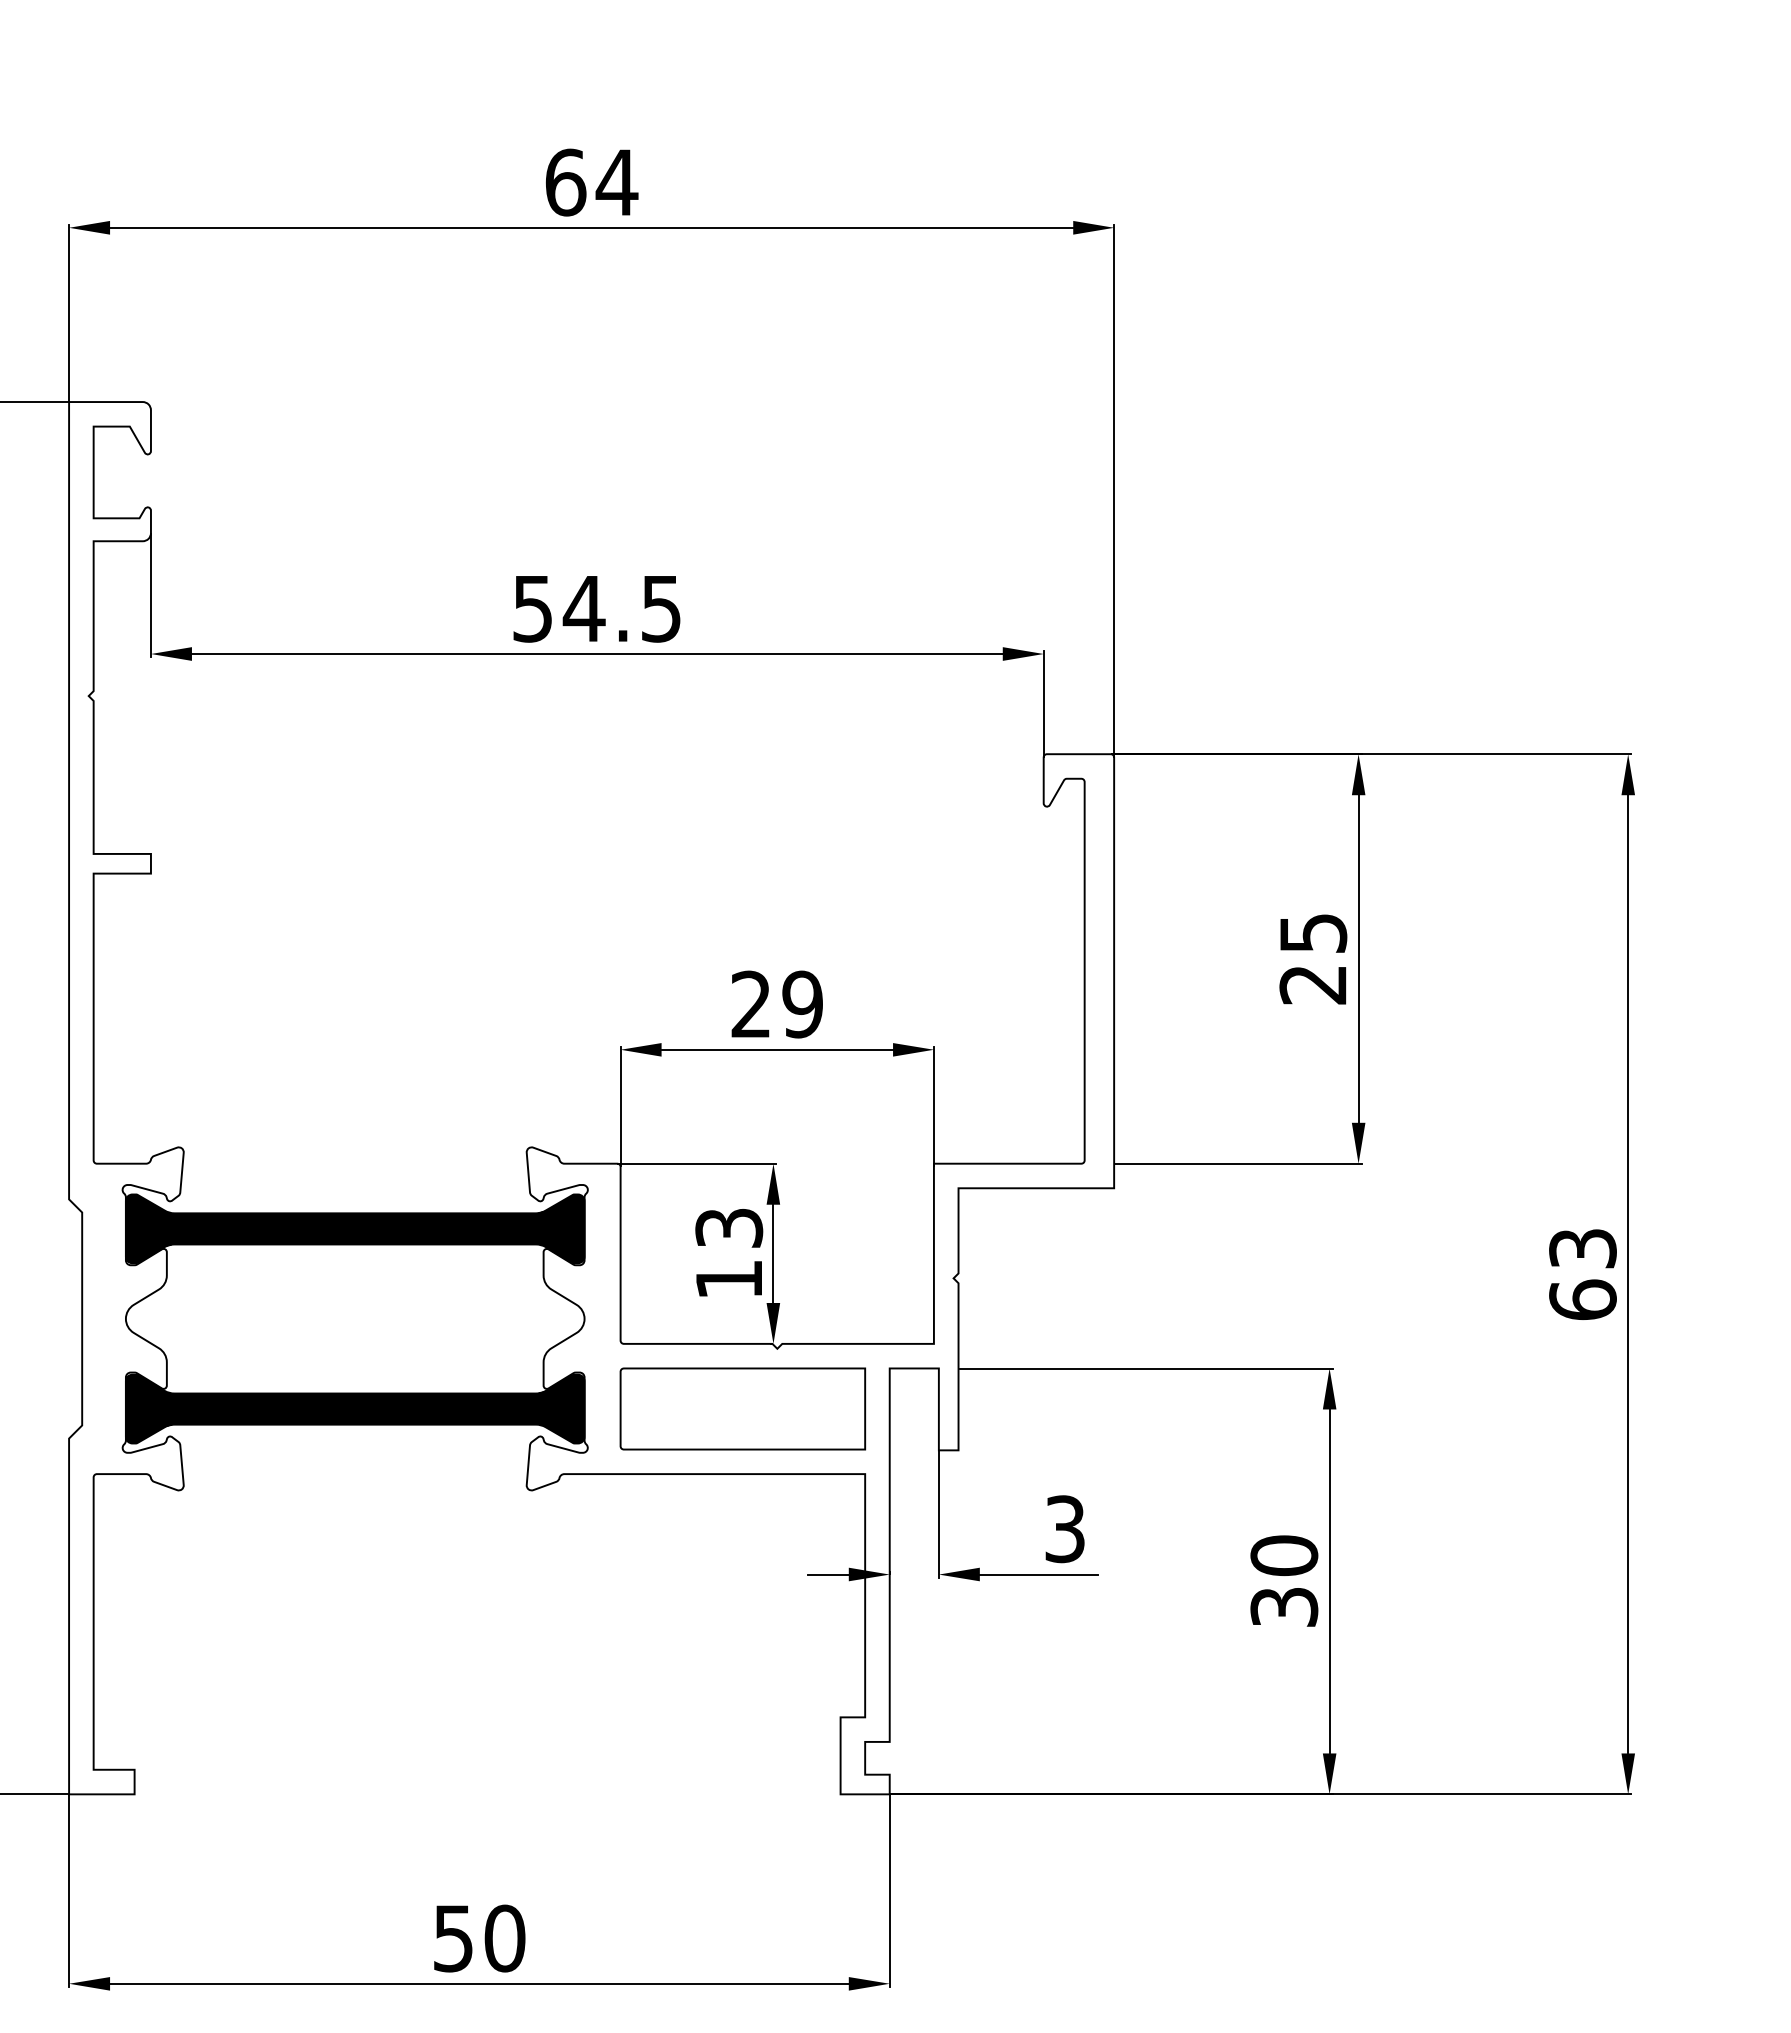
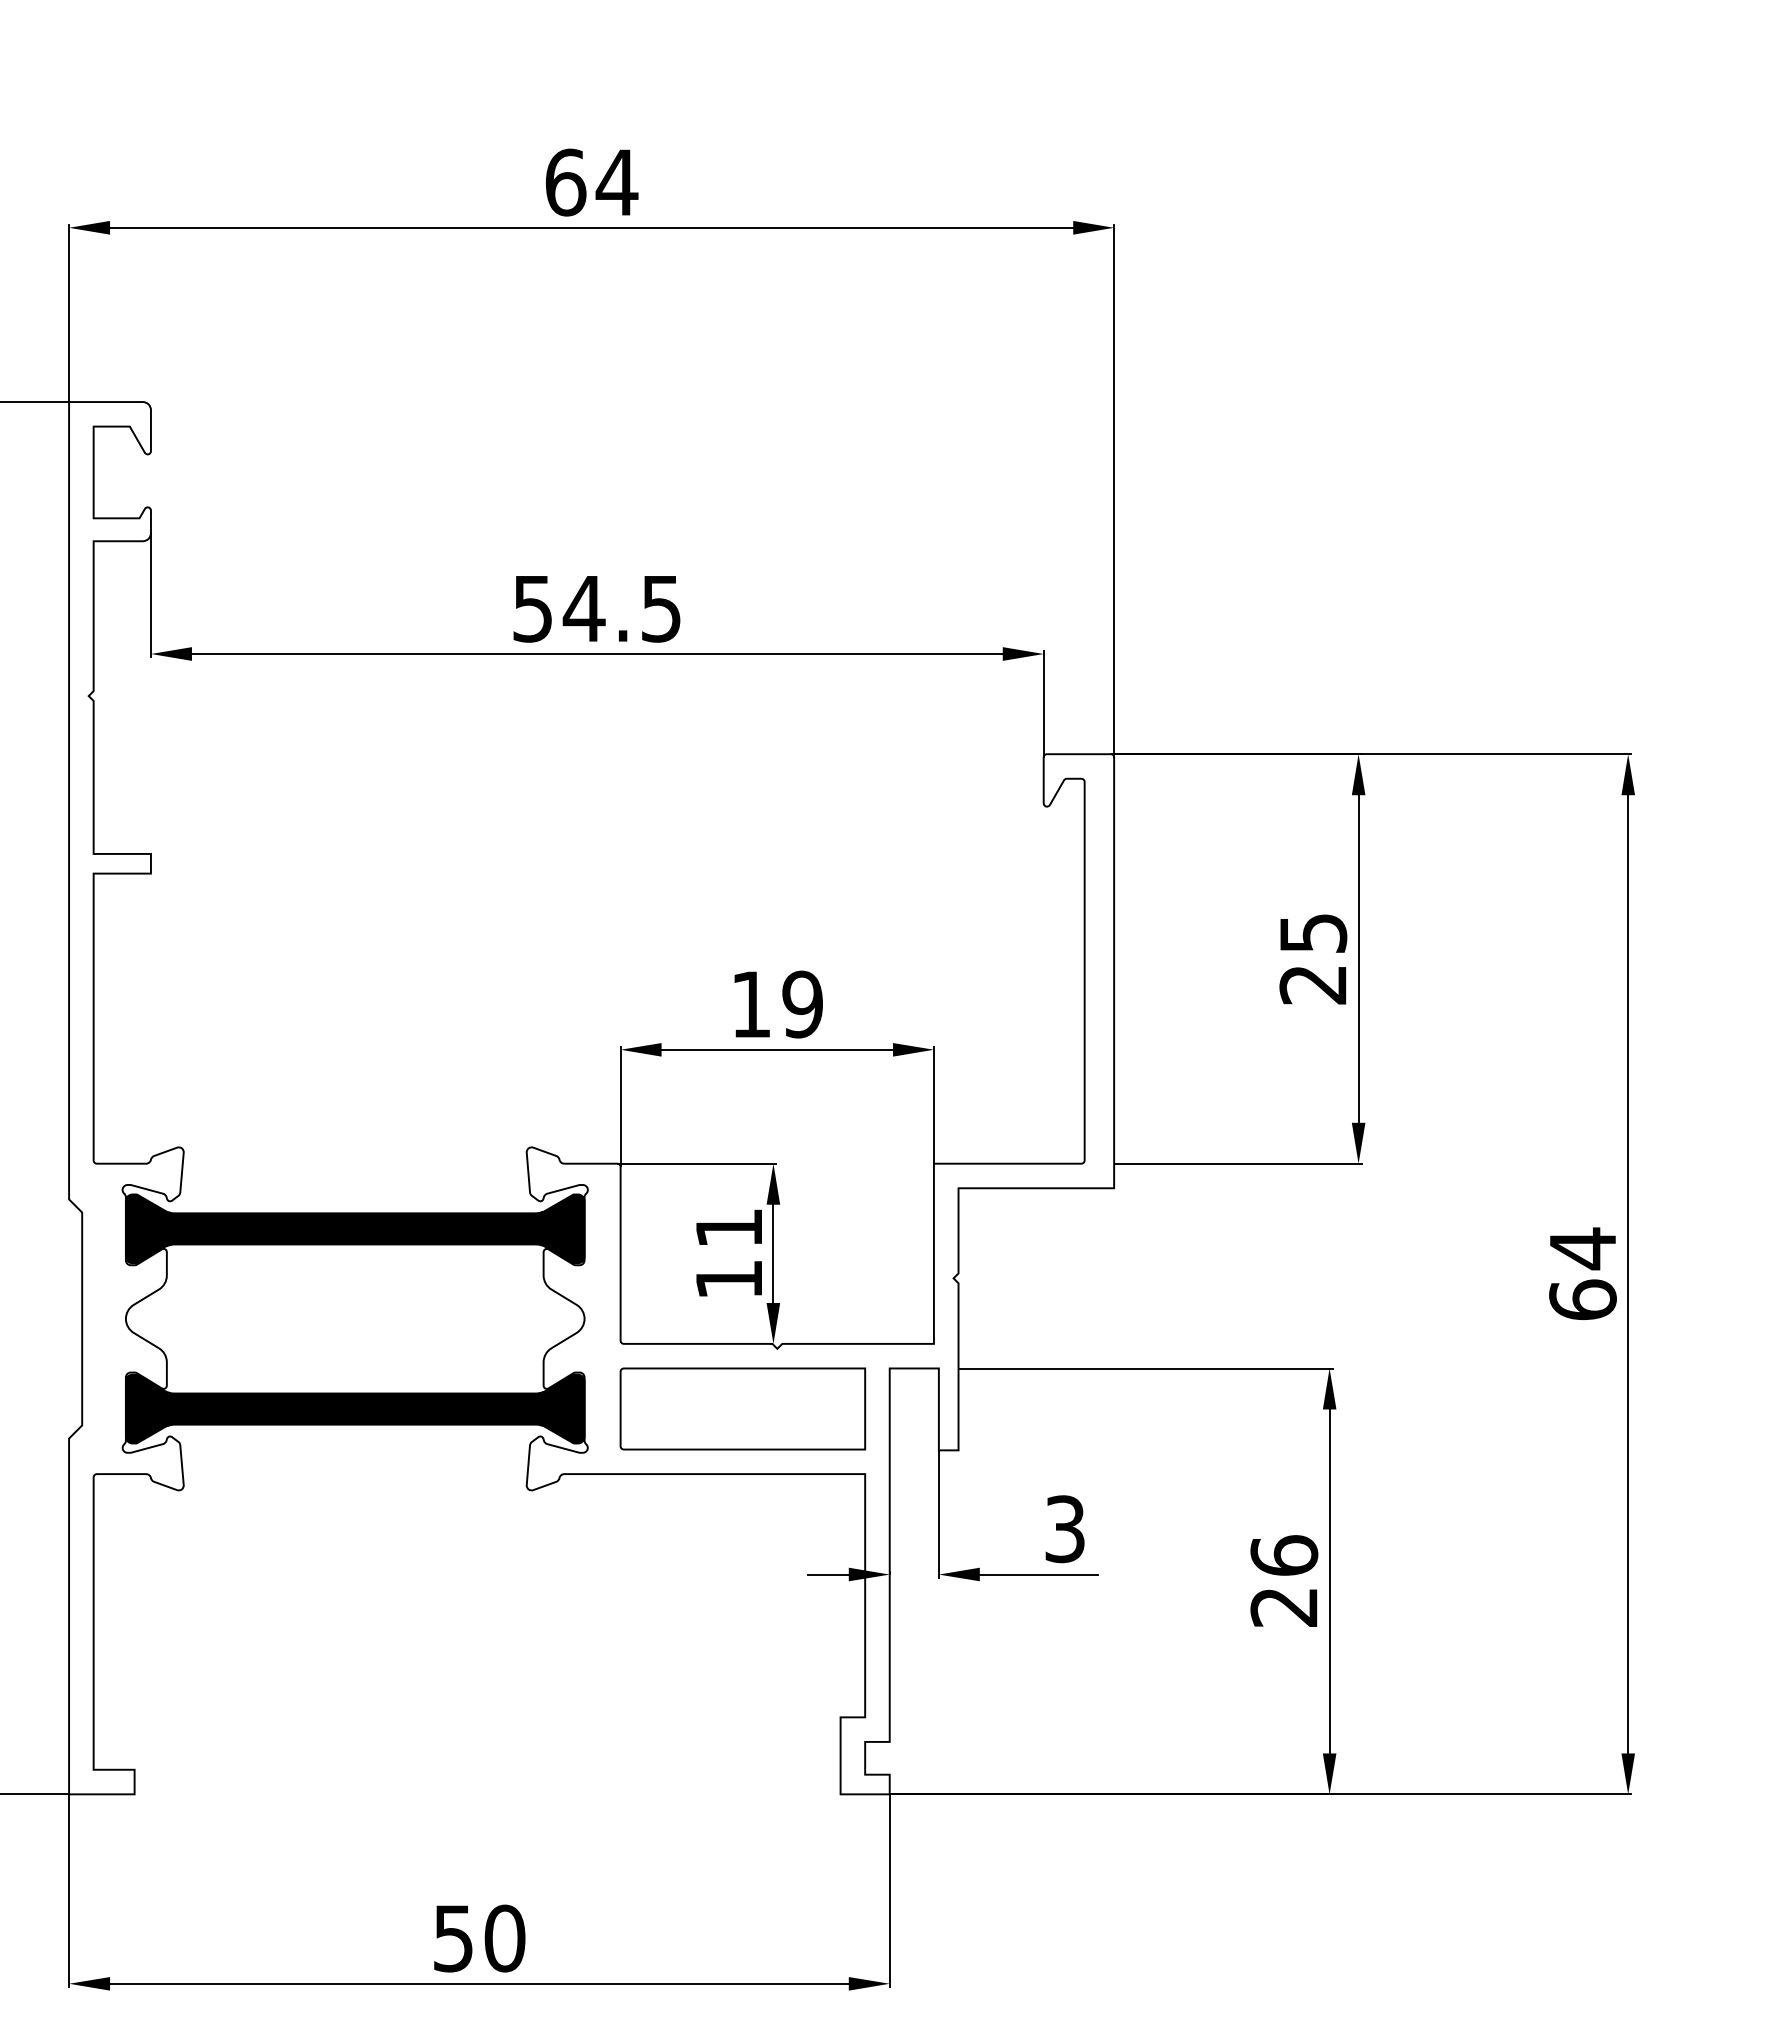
text at (750, 1003): 29 -> 19
text at (729, 1227): 13 -> 11
text at (1582, 1248): 63 -> 64
text at (1284, 1580): 30 -> 26
